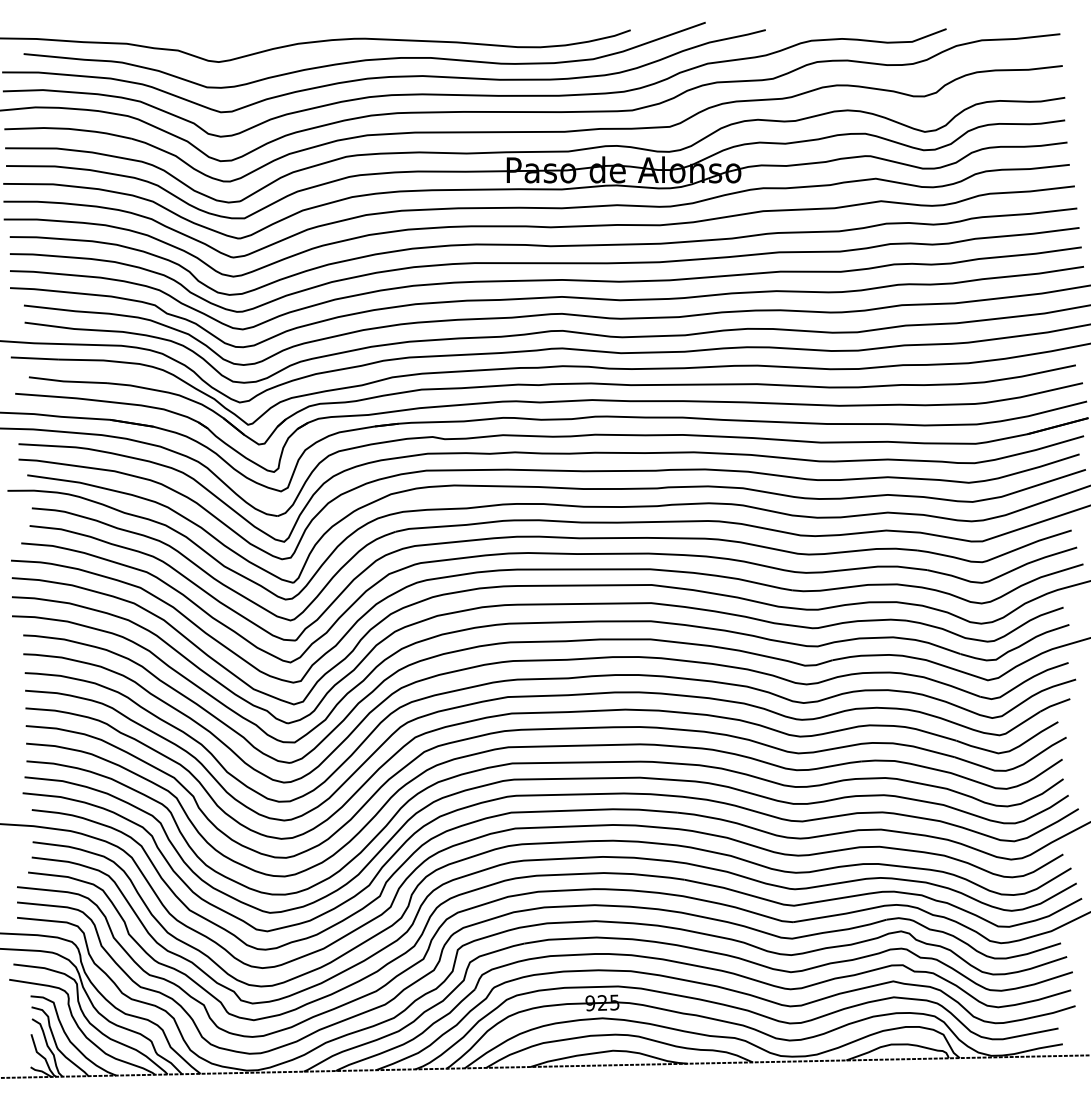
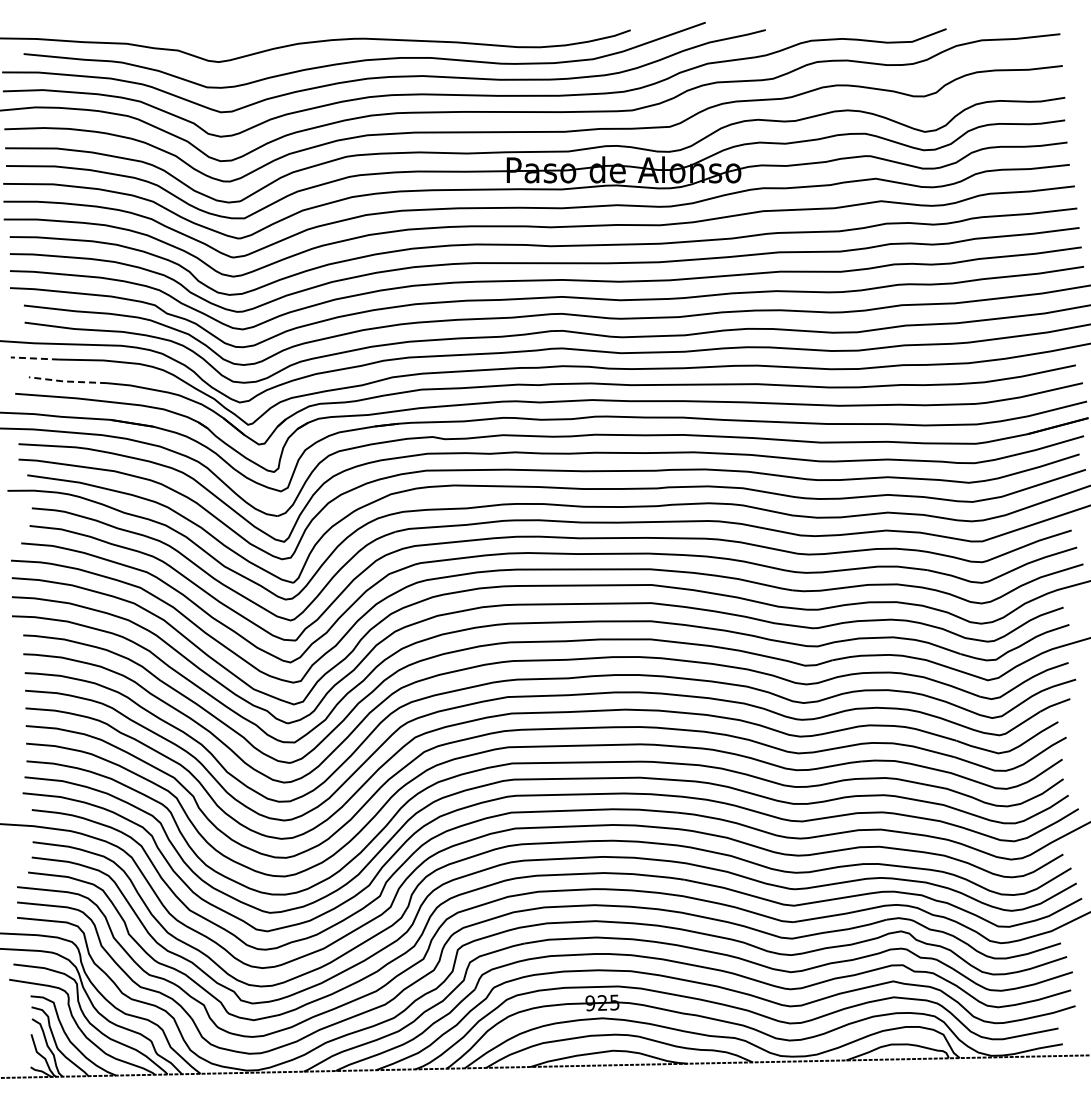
line at (34, 358): solid -> dashed
line at (67, 381): solid -> dashed
